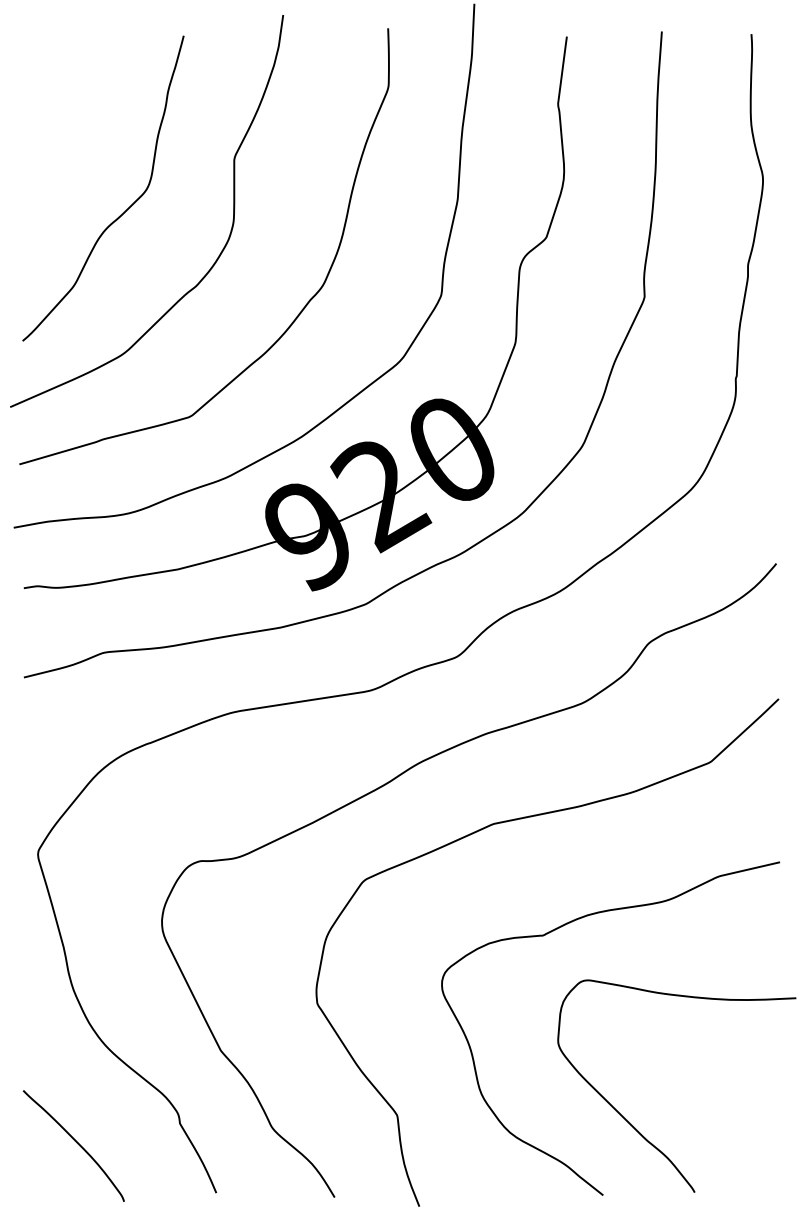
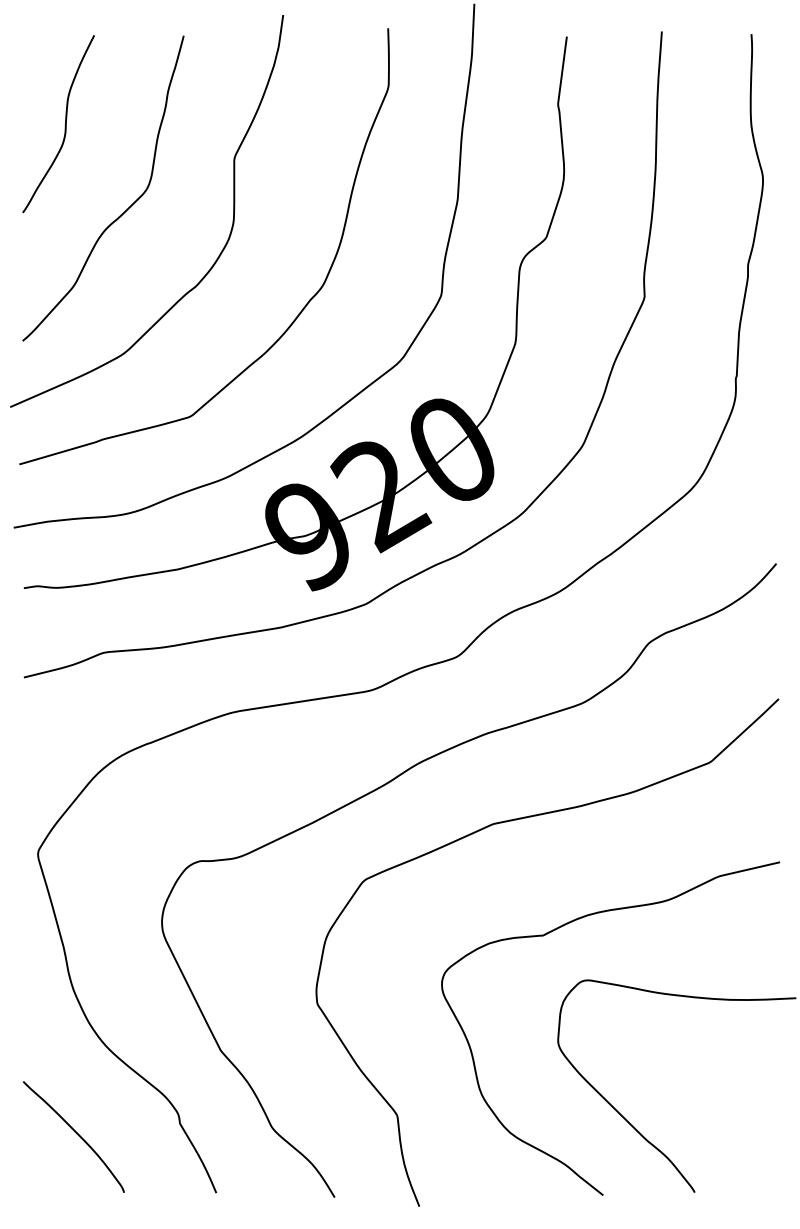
curve at (64, 125): none -> present
curve at (75, 1142) position: (75, 1142) -> (75, 1133)
